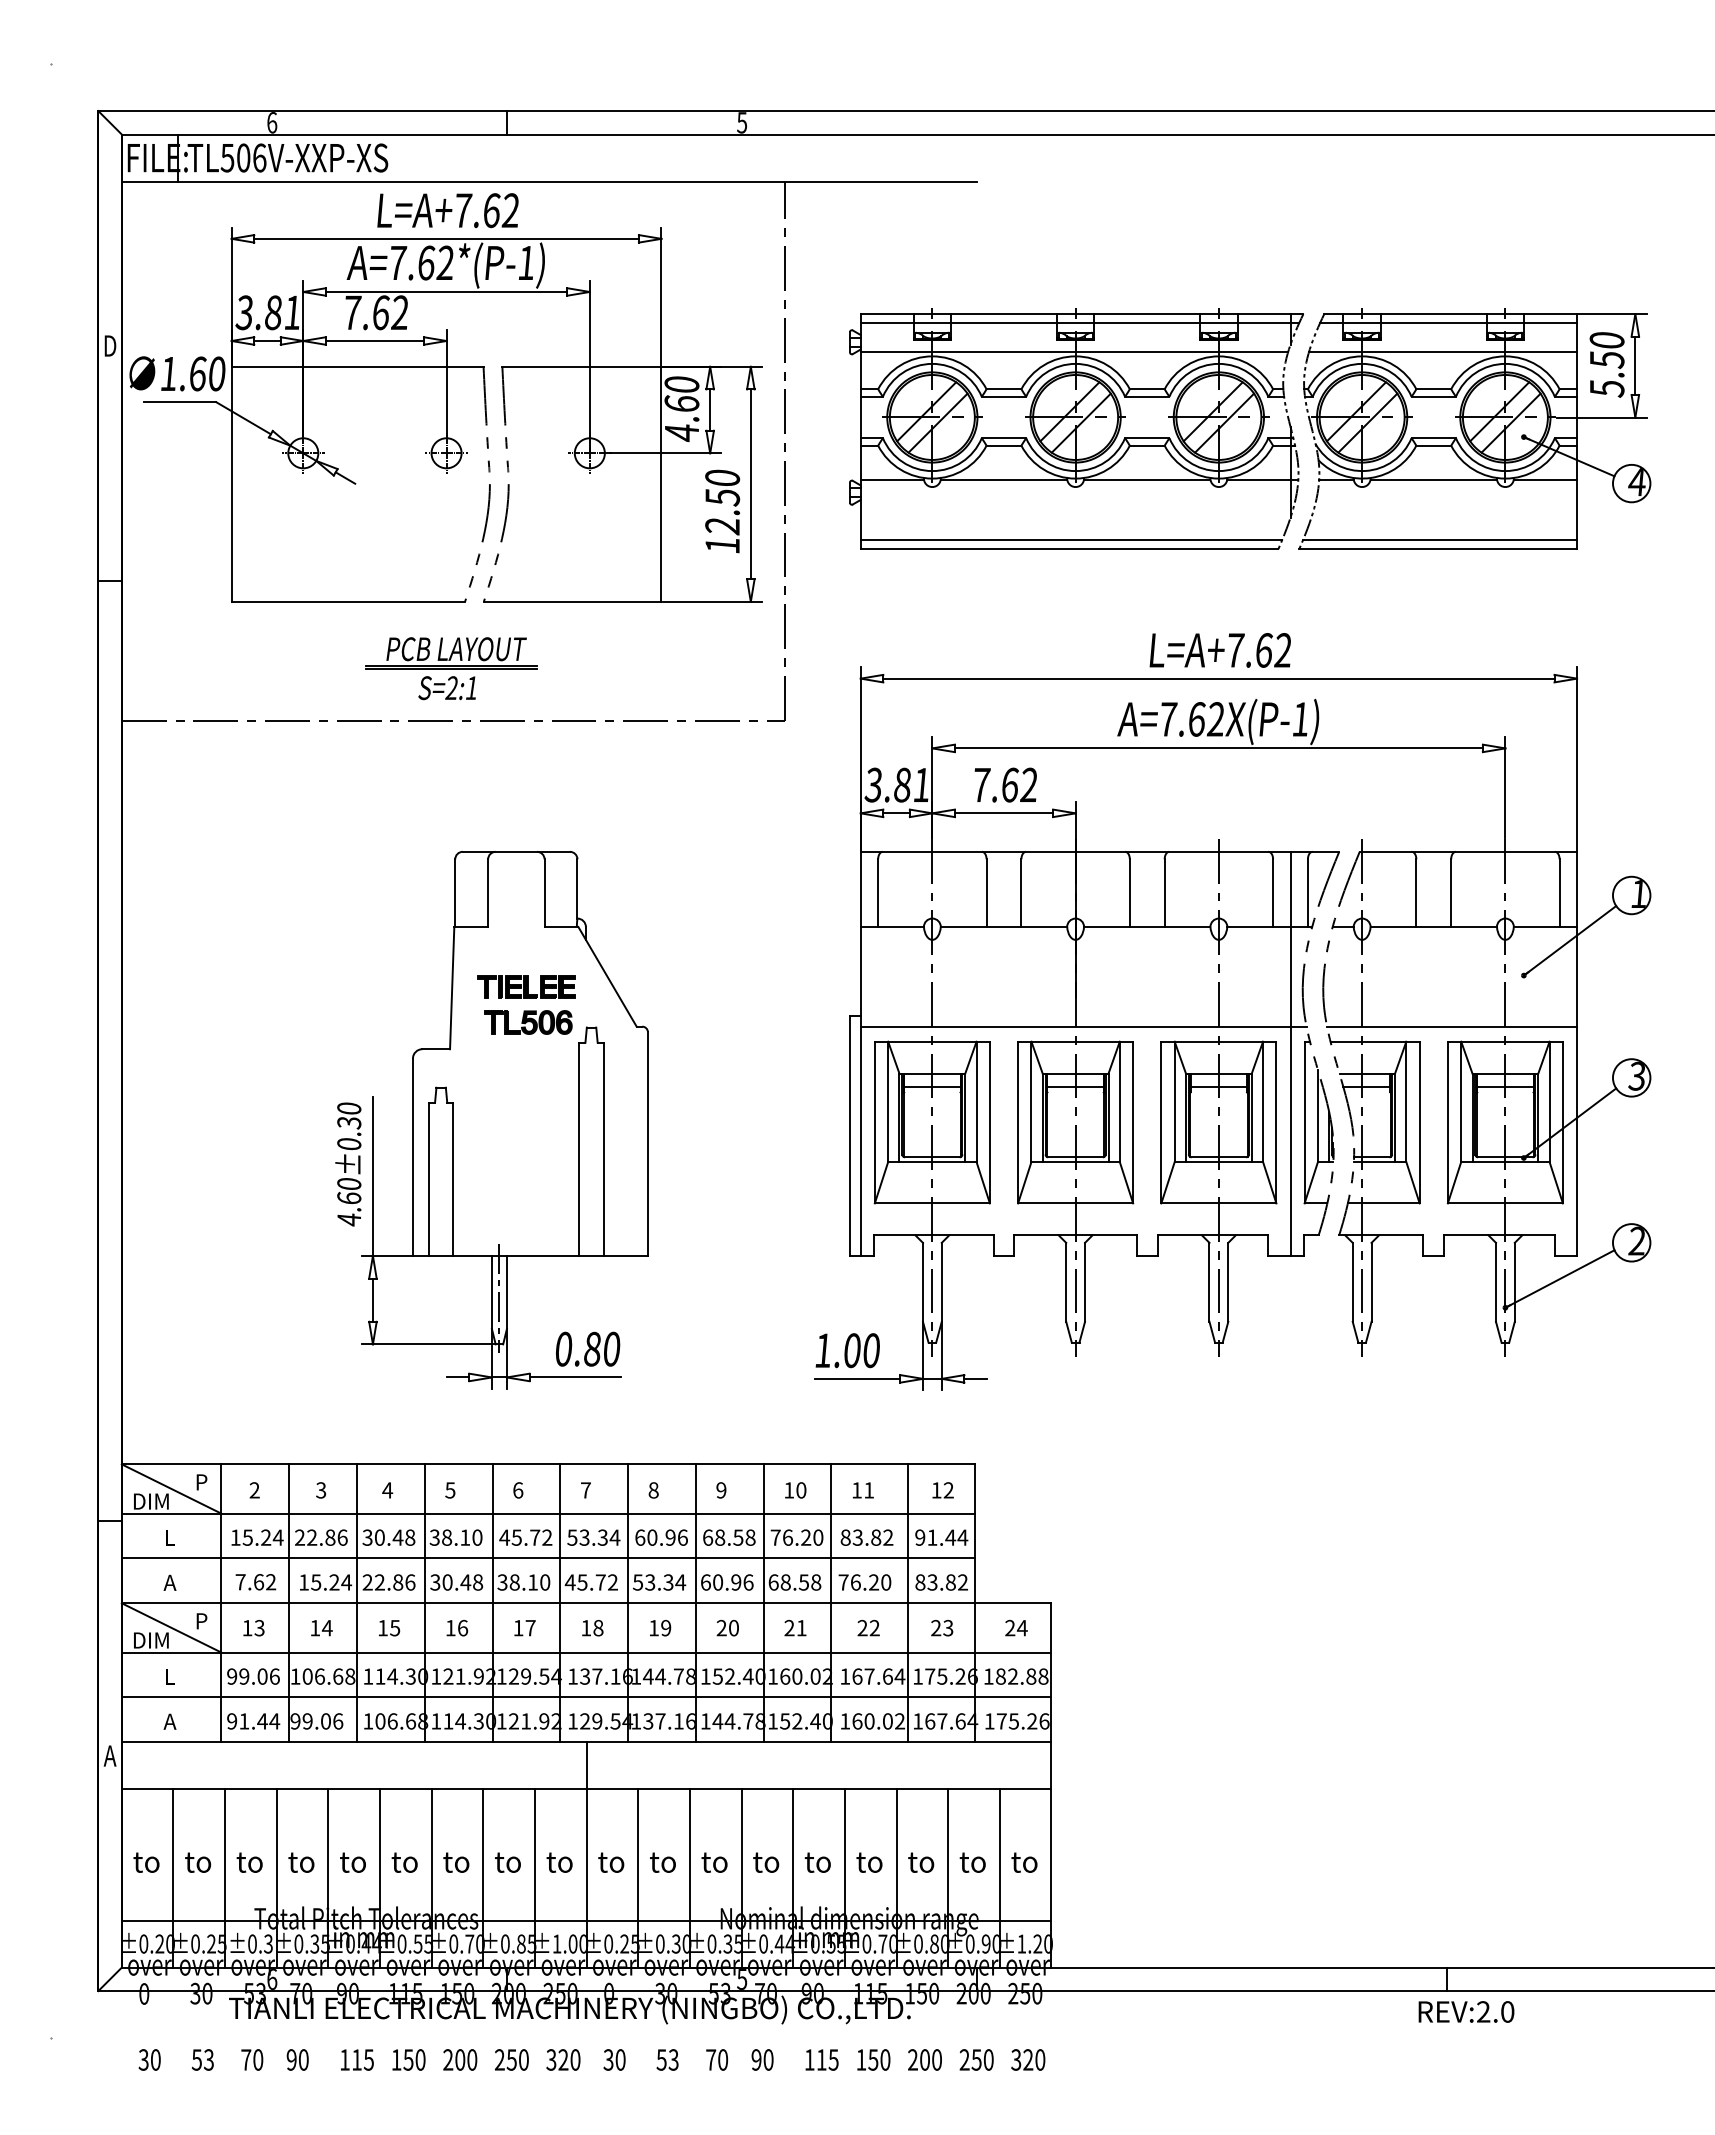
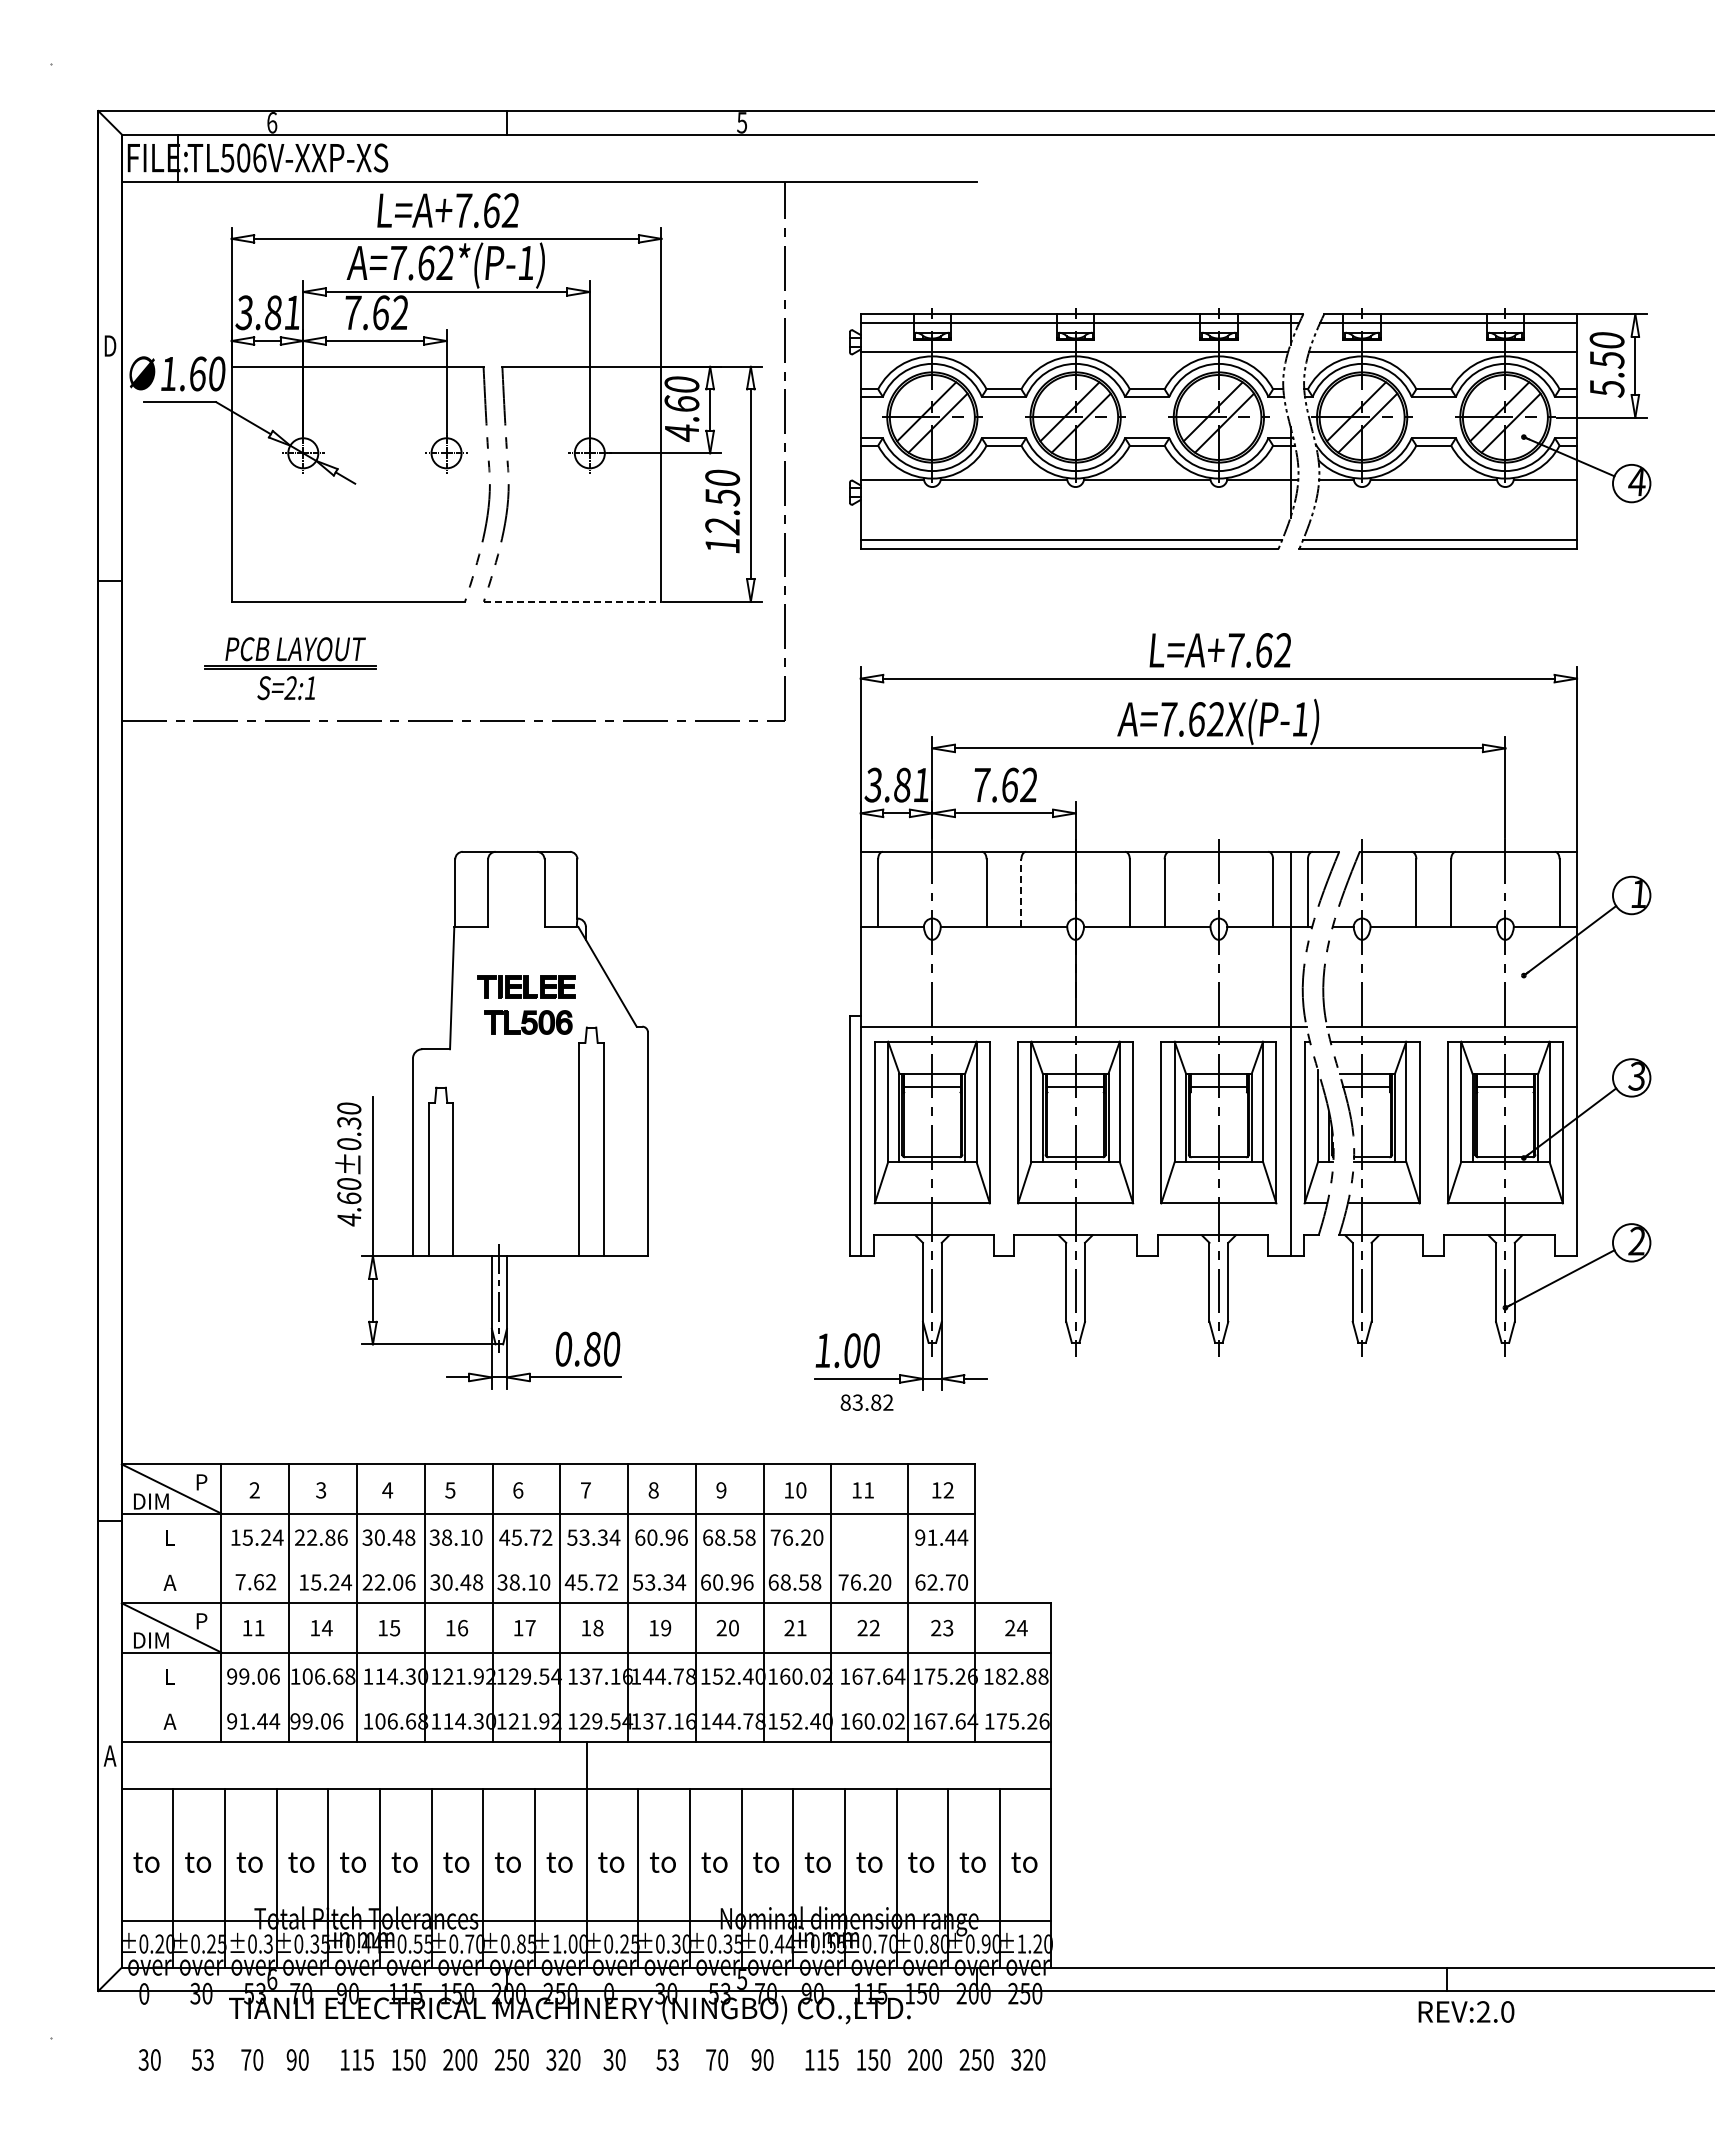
line at (572, 601): solid -> dashed
part at (451, 668) position: (451, 668) -> (290, 668)
line at (1021, 893): solid -> dashed
text at (866, 1537) position: (866, 1537) -> (866, 1402)
line at (547, 1558): present -> none
text at (398, 1582): 22.86 -> 22.06
text at (941, 1582): 83.82 -> 62.70
text at (259, 1627): 13 -> 11
line at (586, 1697): present -> none
